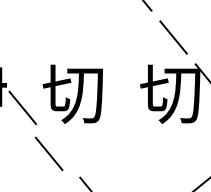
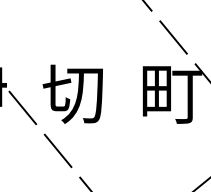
text at (171, 93): 切 -> 町
line at (48, 153) position: (48, 153) -> (57, 150)
